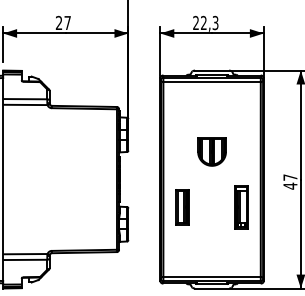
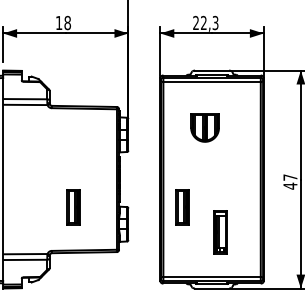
text at (62, 22): 27 -> 18
part at (211, 151) position: (211, 151) -> (204, 127)
part at (73, 207): none -> present
part at (241, 207) position: (241, 207) -> (220, 232)
